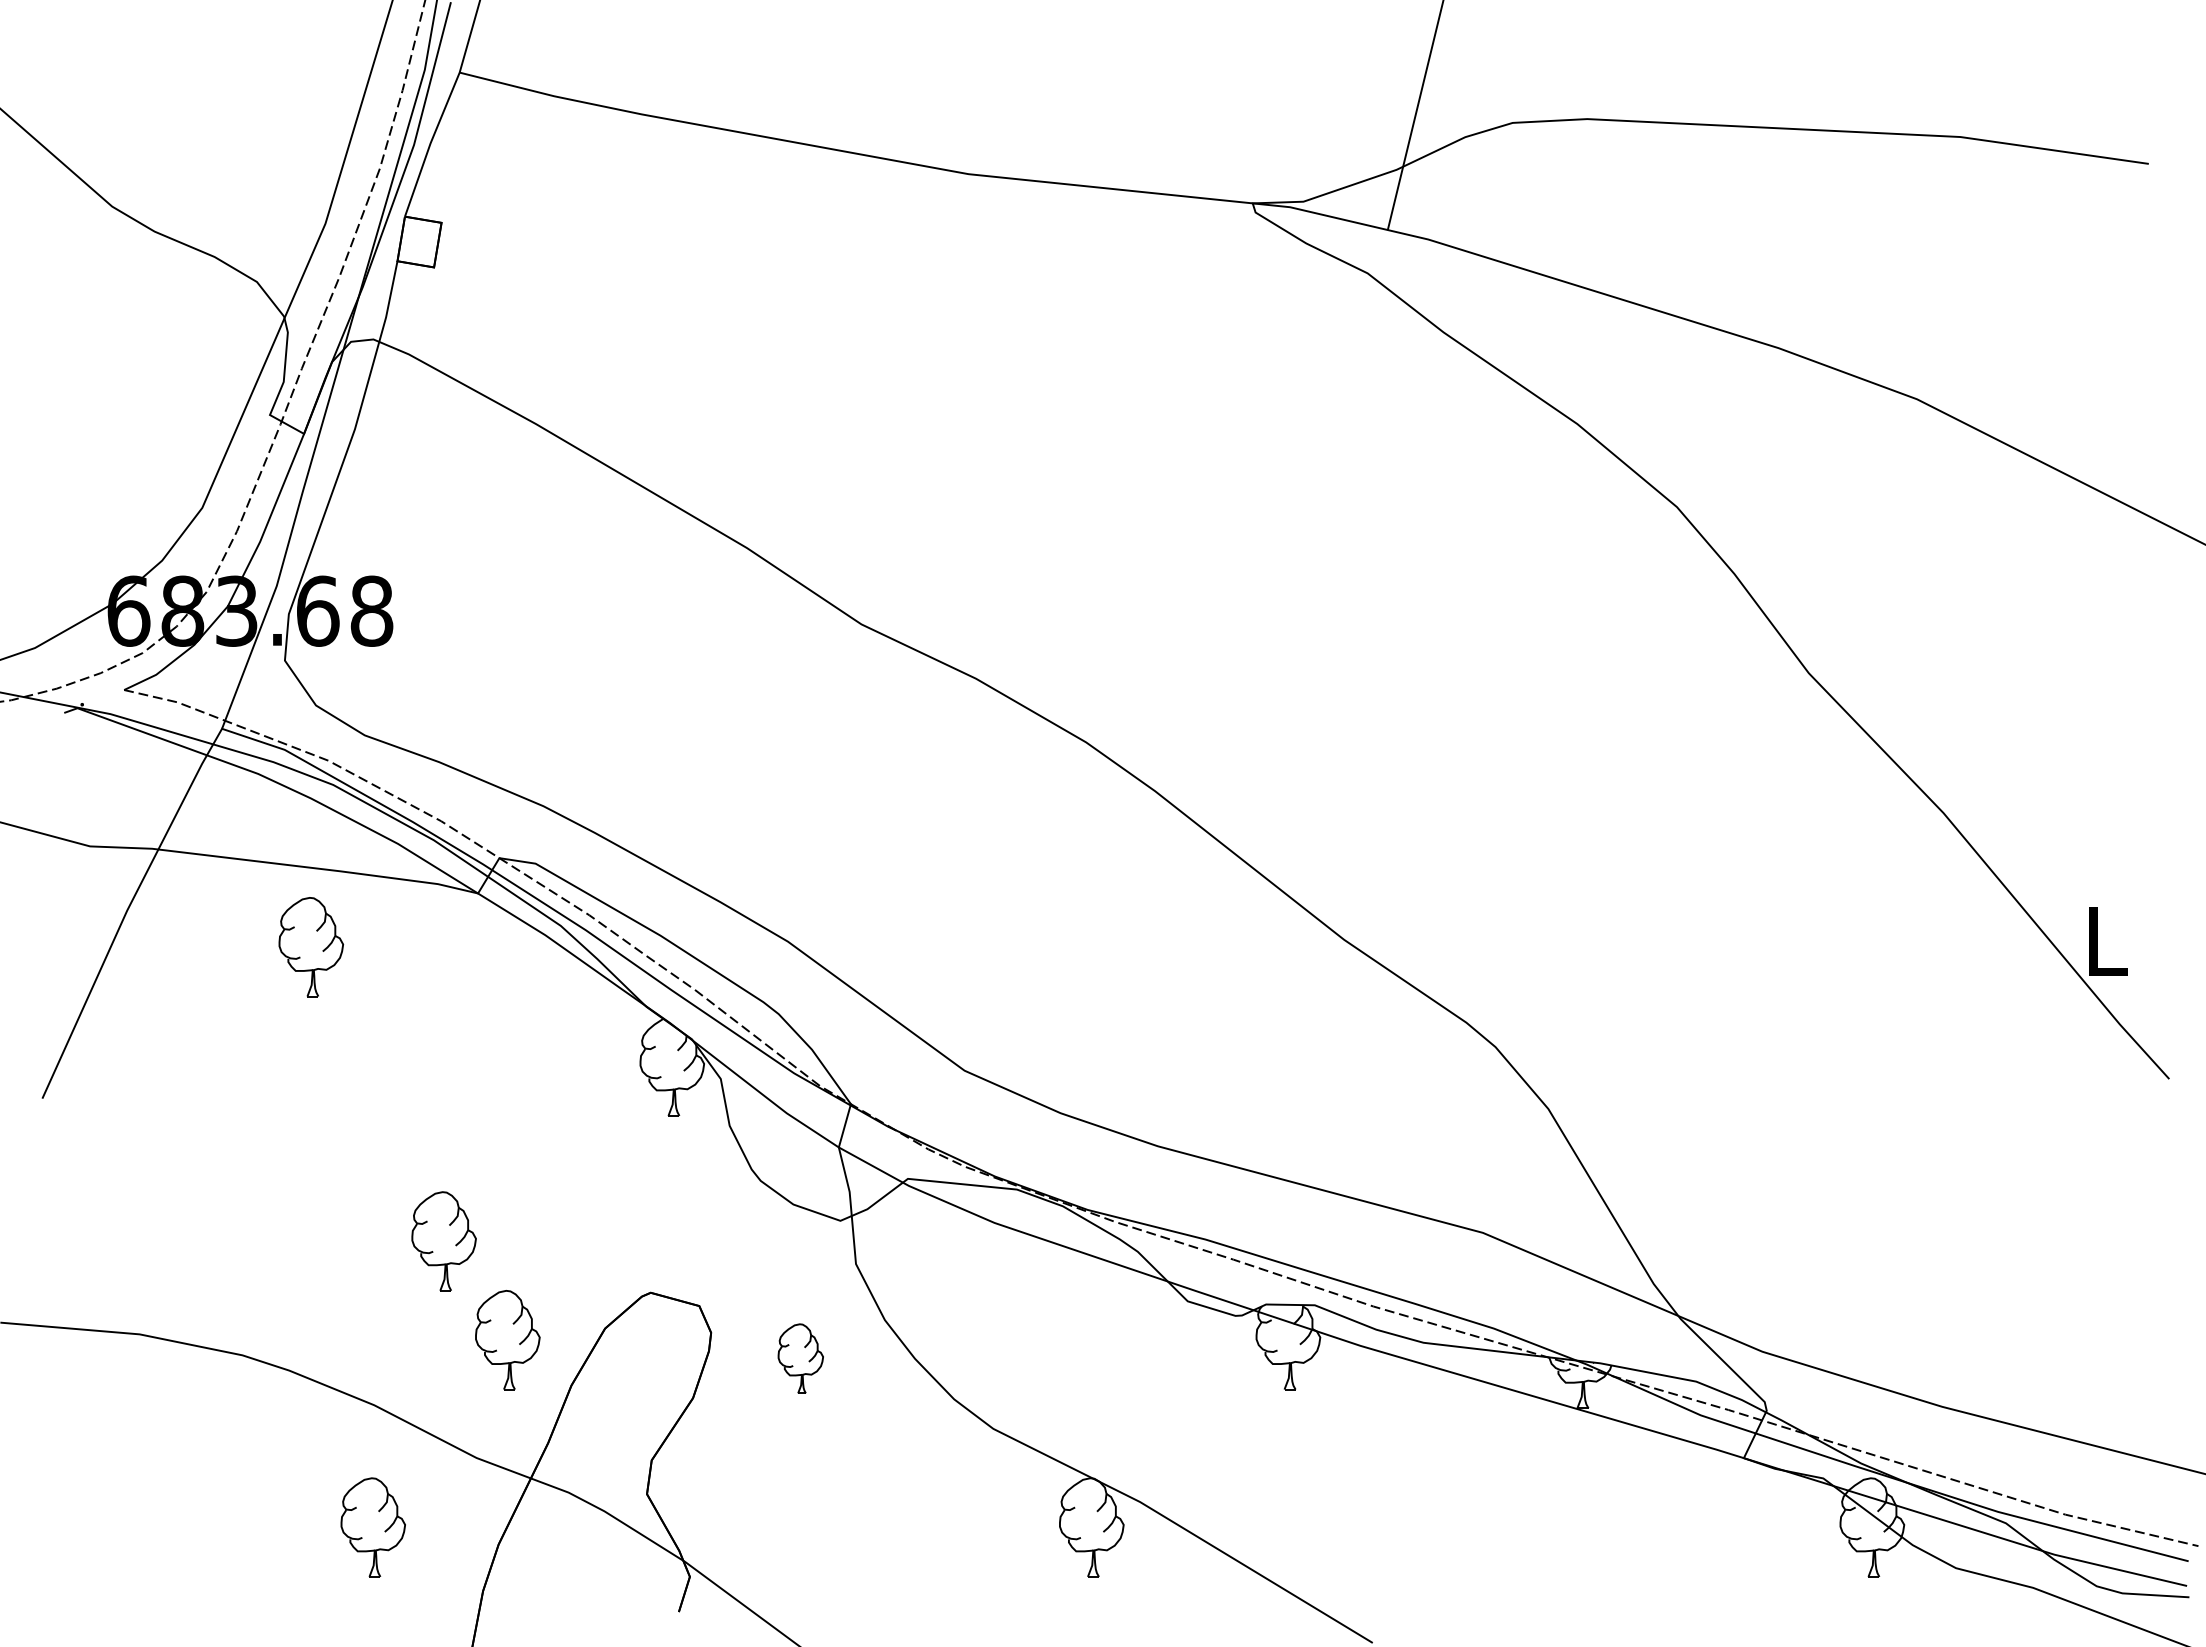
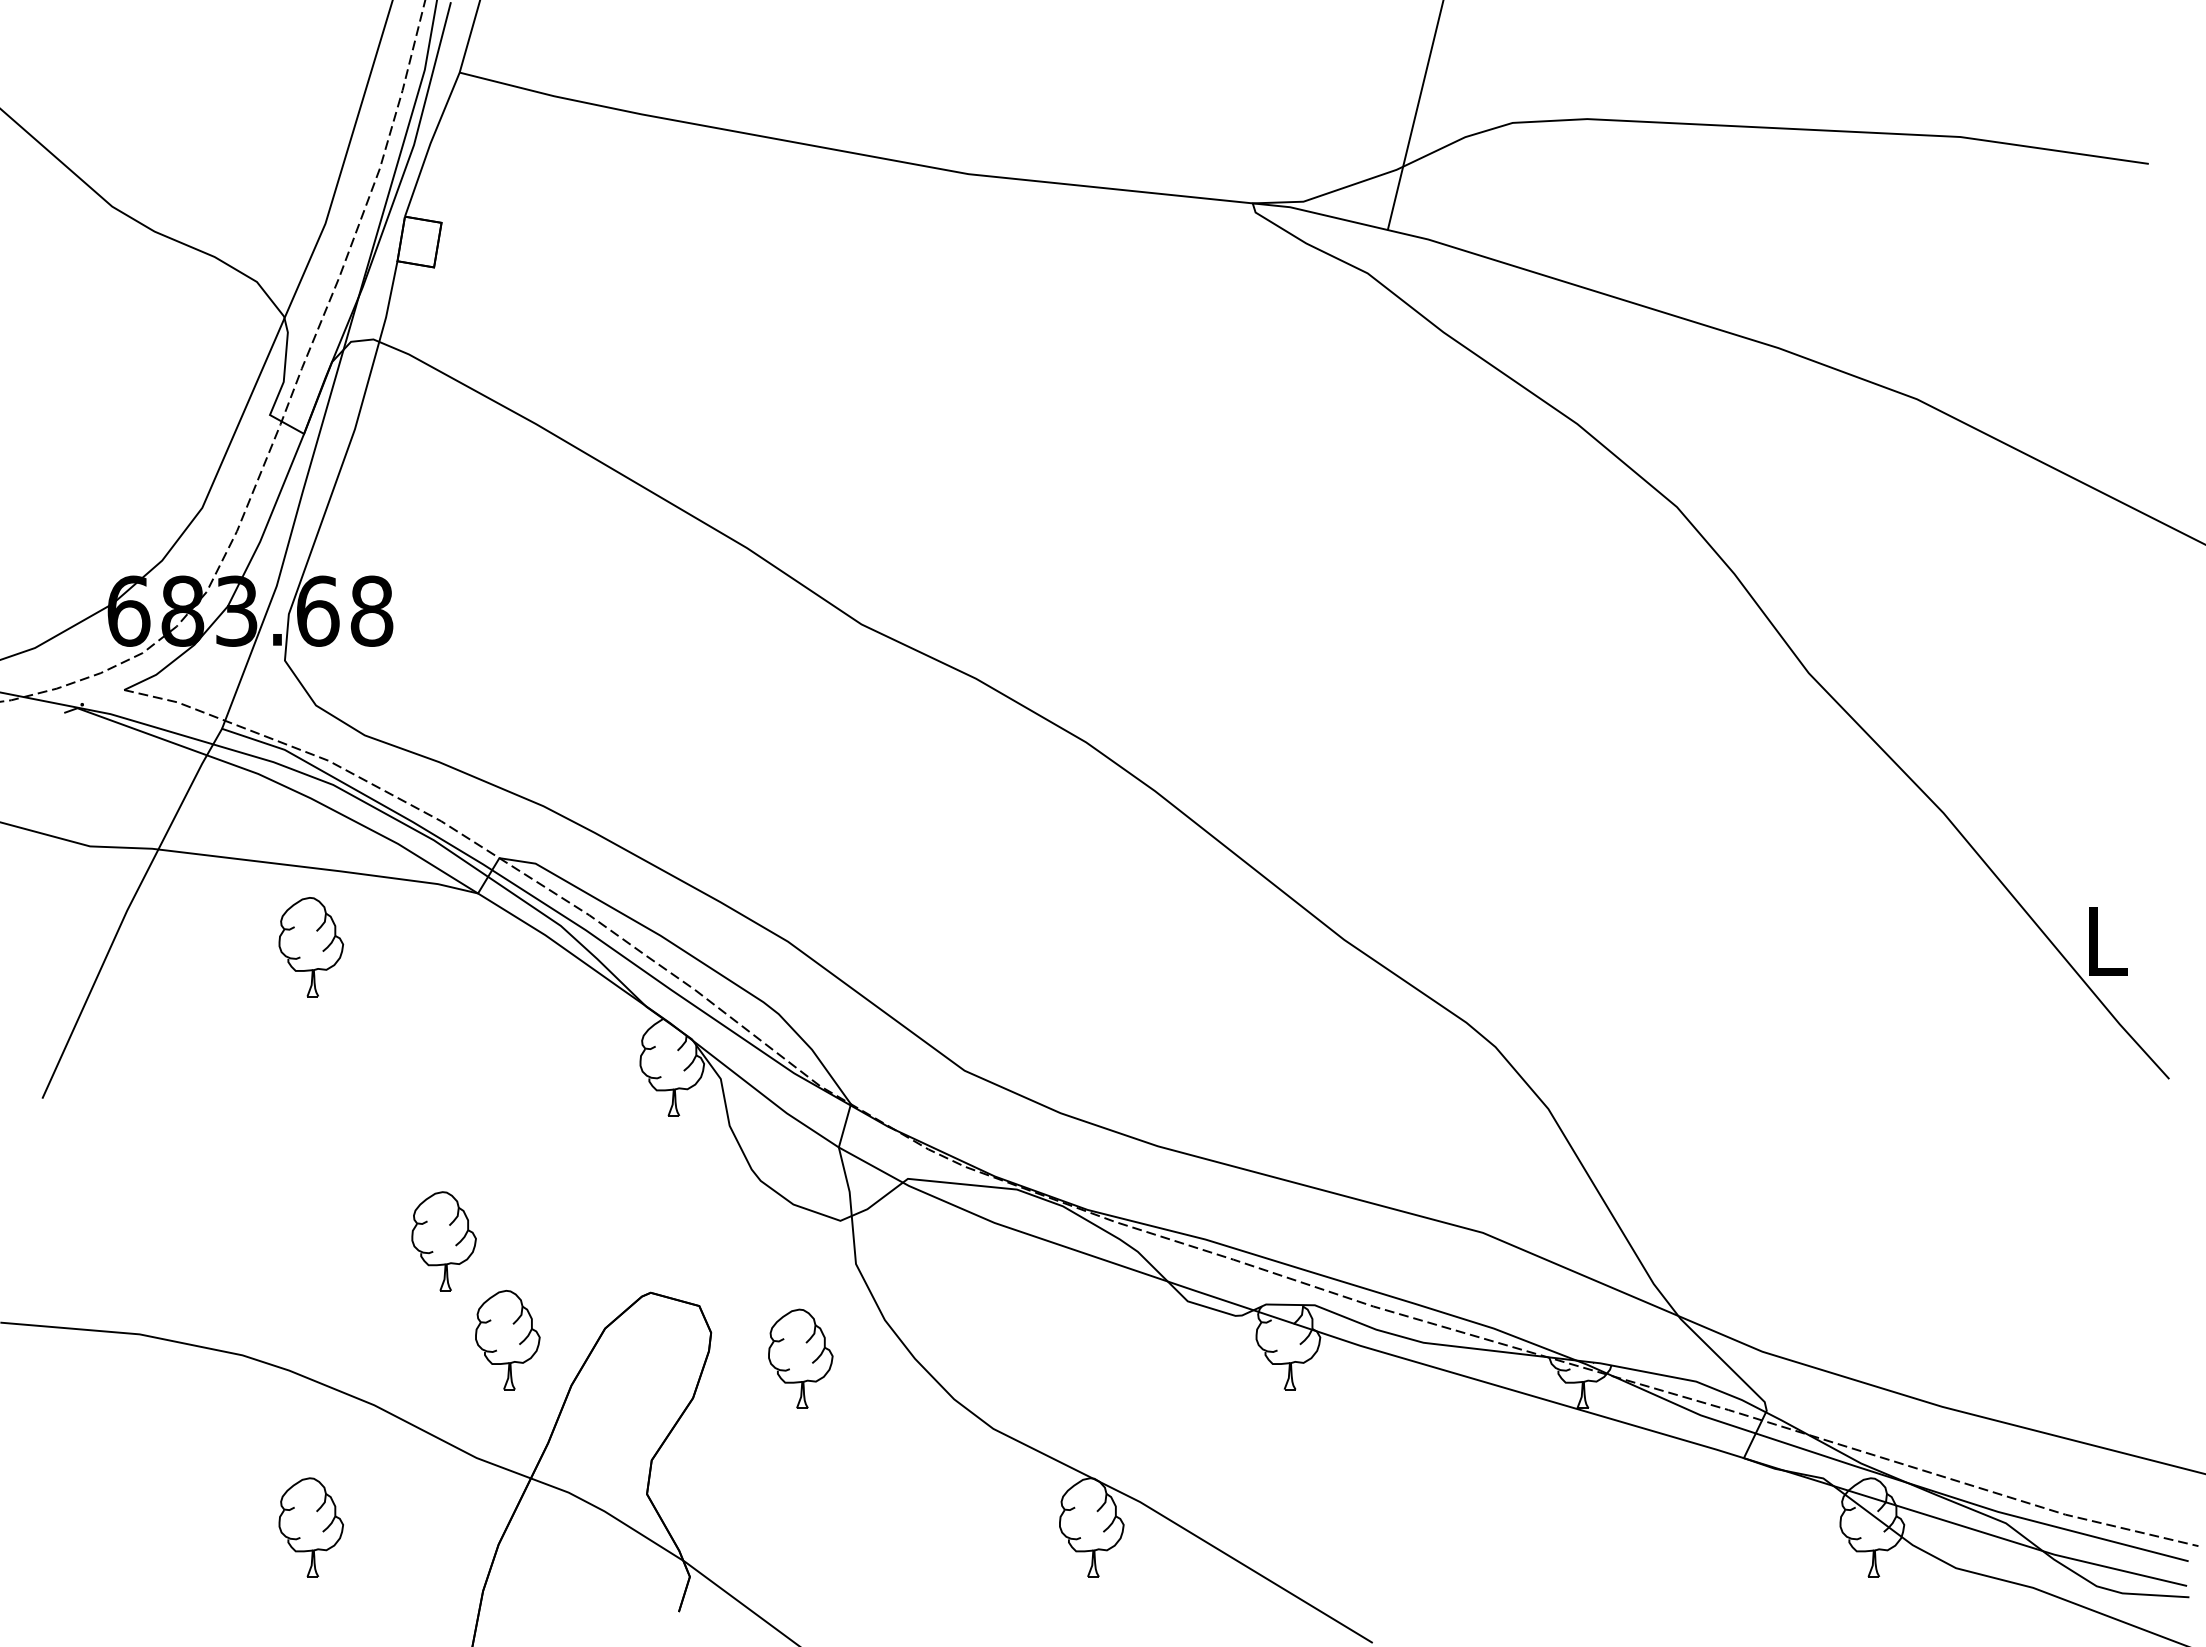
part at (800, 1358) size: 47x71 px -> 66x101 px
part at (372, 1527) position: (372, 1527) -> (310, 1527)
